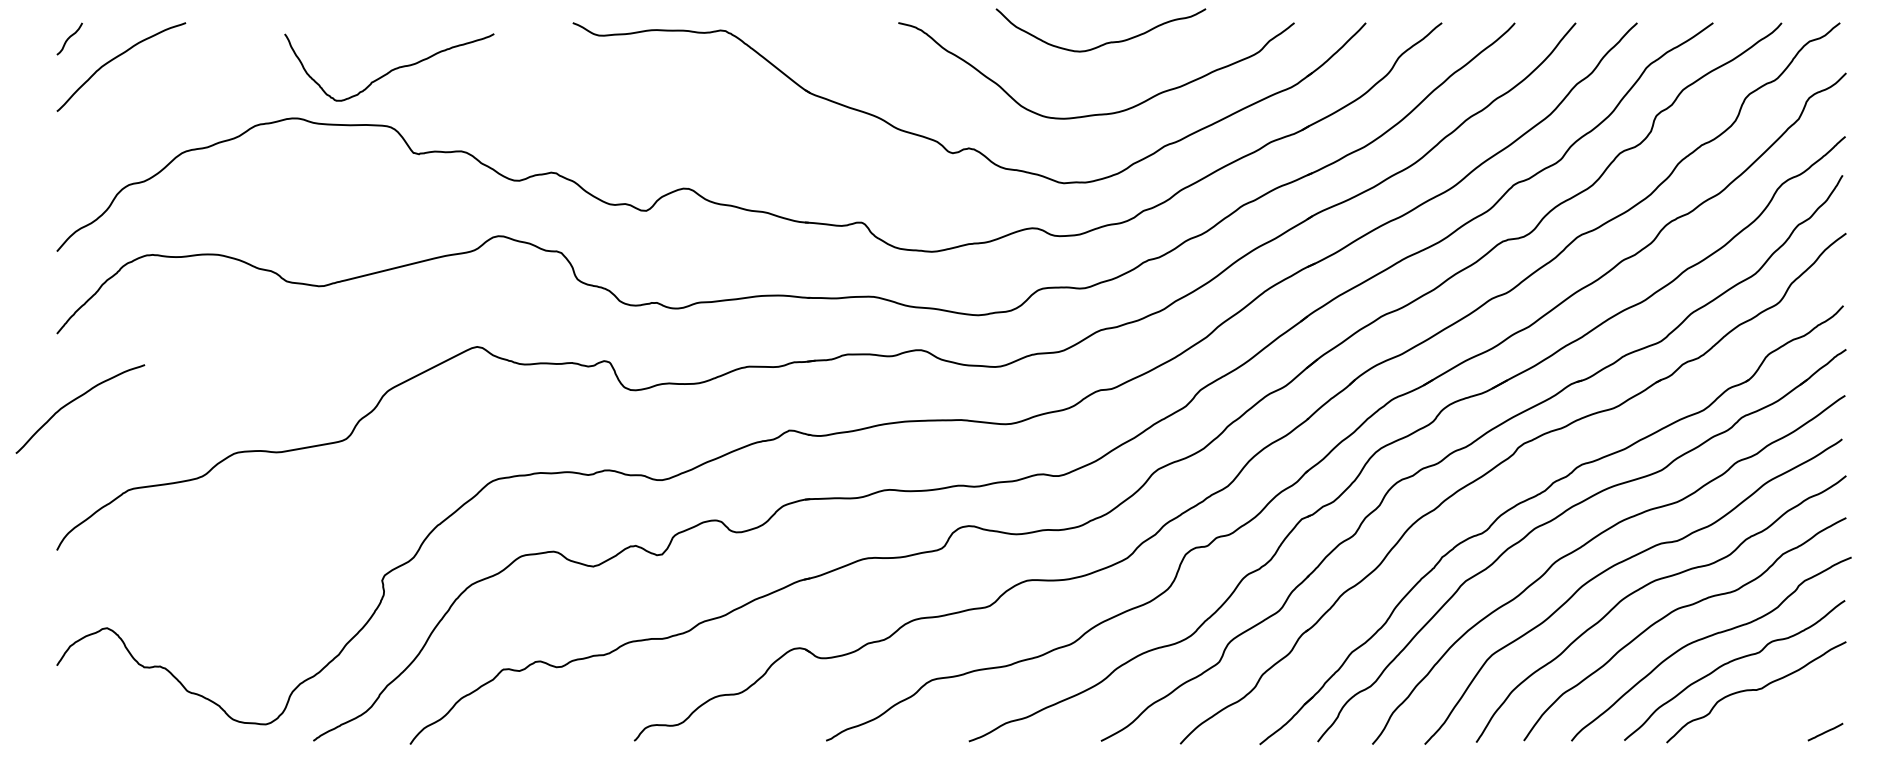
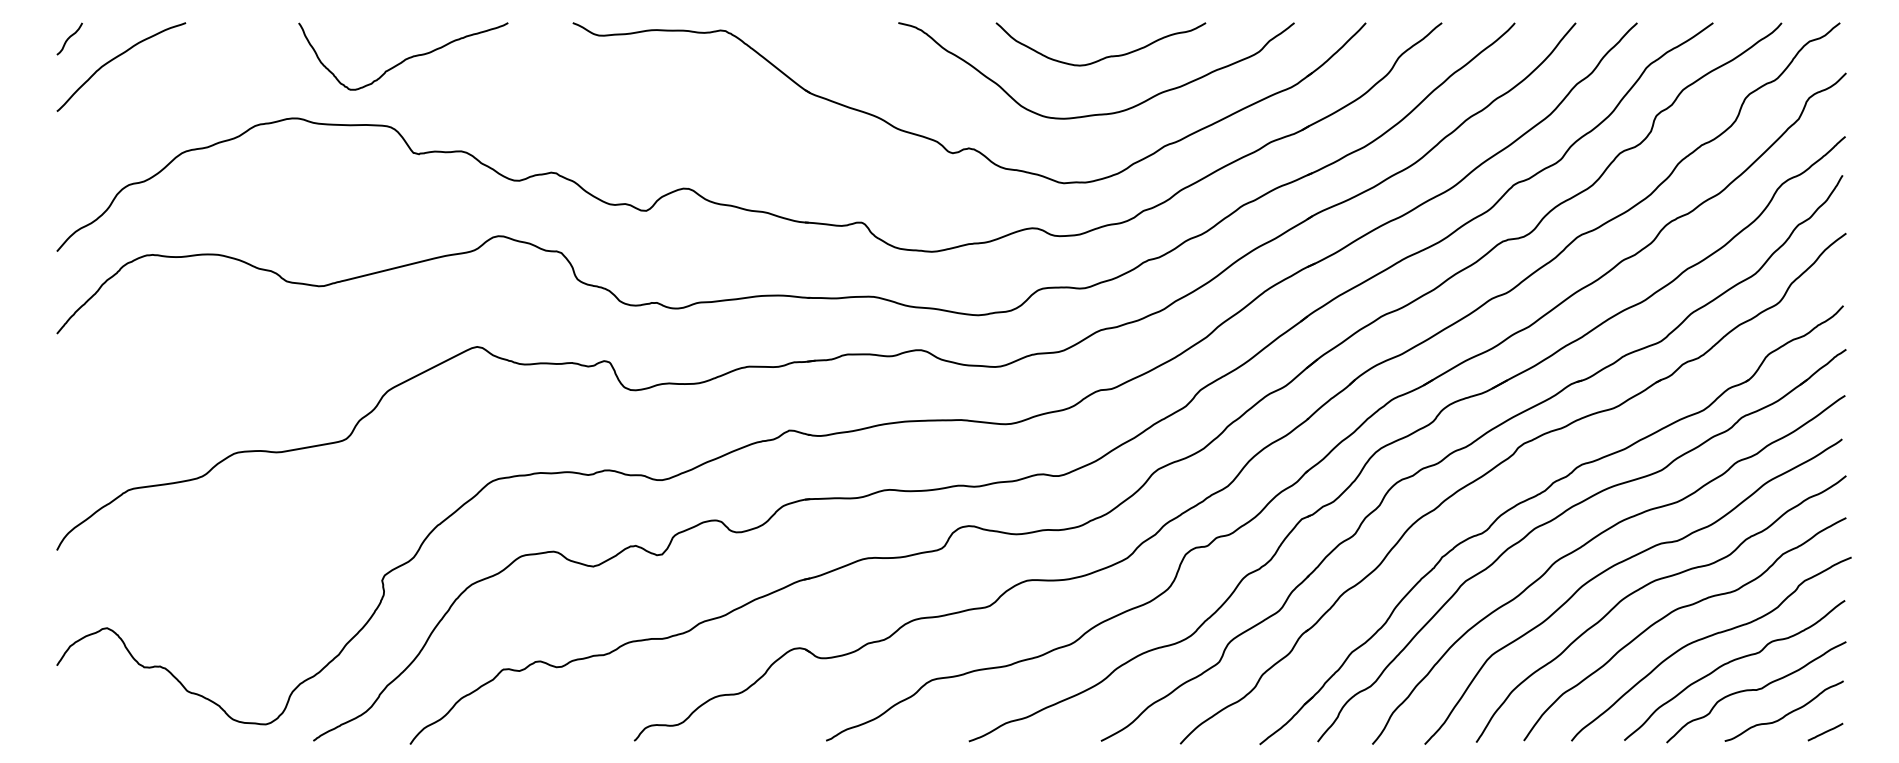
curve at (1105, 42) position: (1105, 42) -> (1105, 56)
curve at (391, 69) position: (391, 69) -> (405, 58)
curve at (75, 400): present -> none
curve at (1785, 714): none -> present
